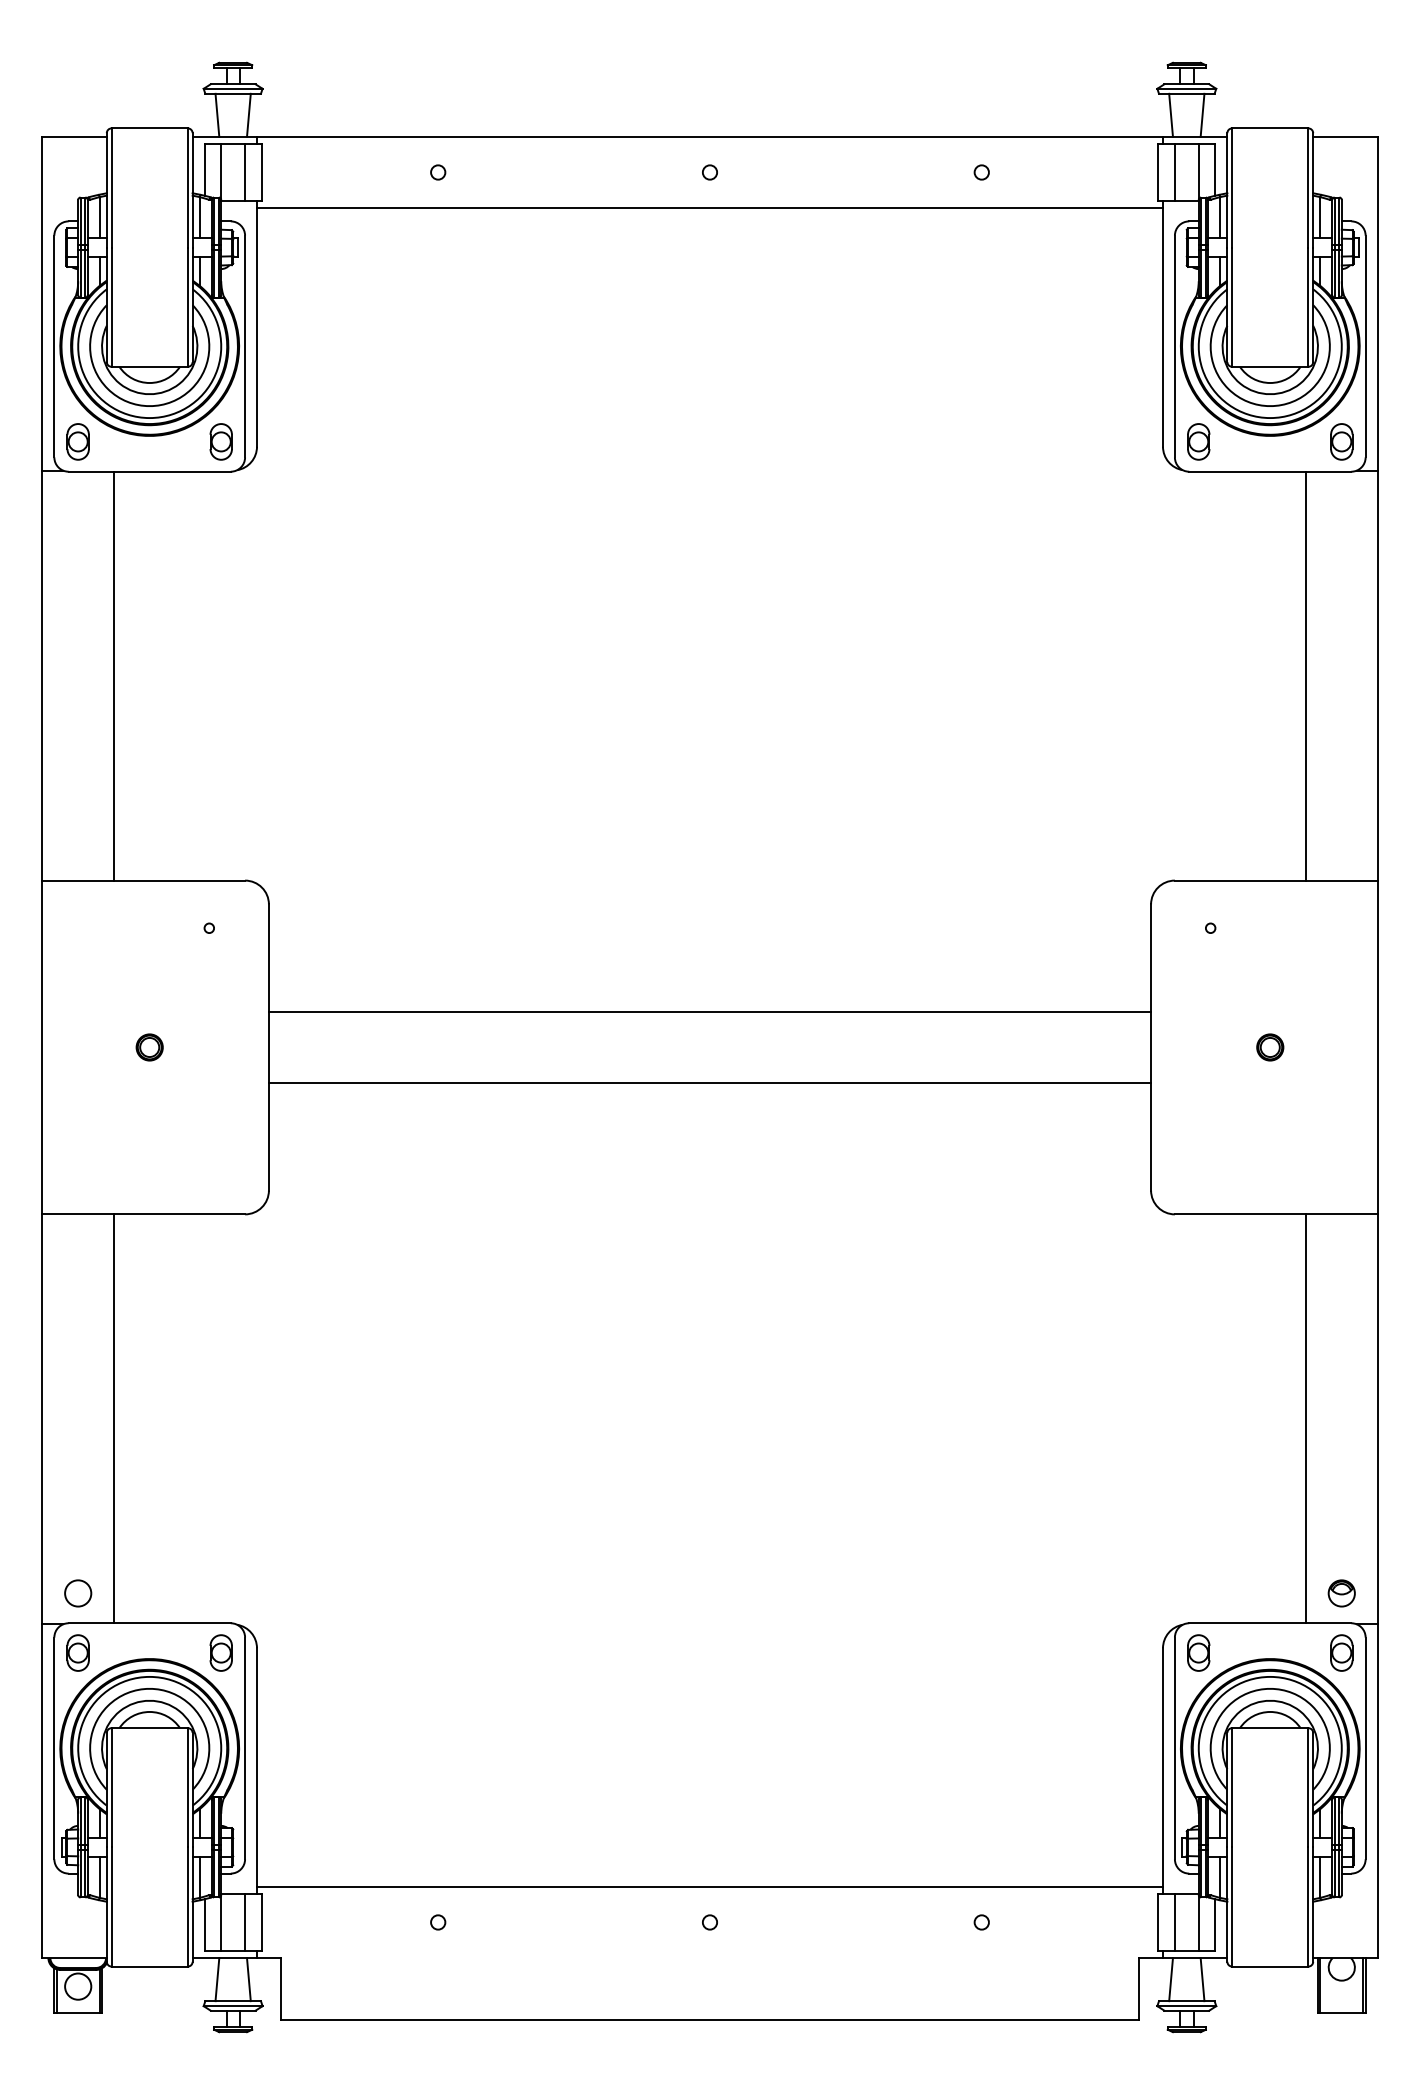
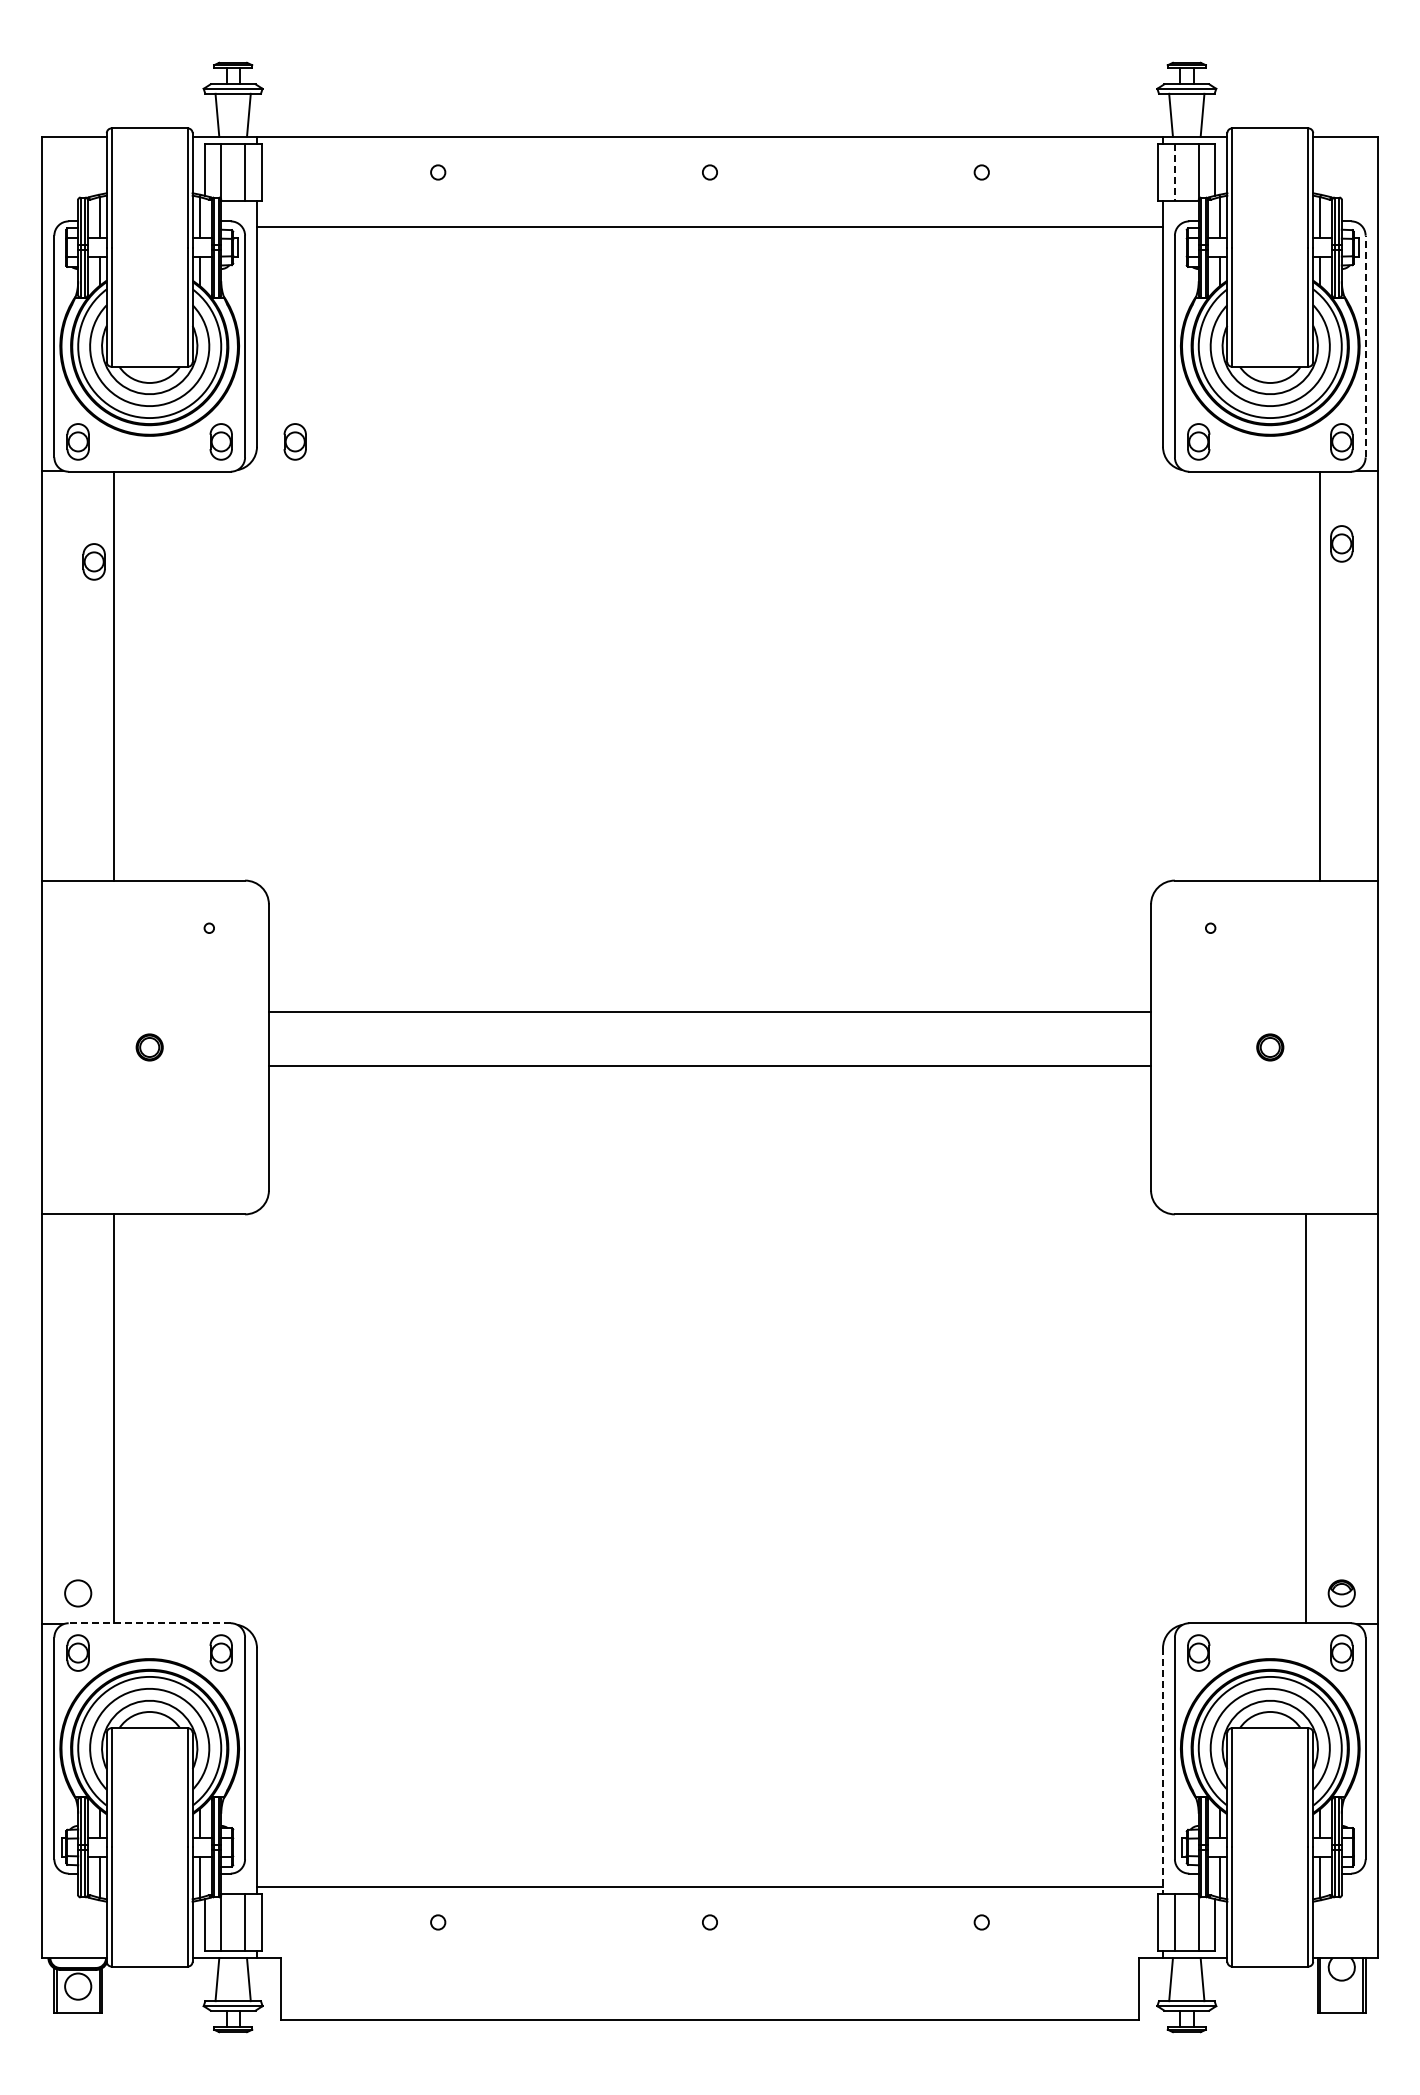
line at (1174, 172): solid -> dashed
line at (709, 208) position: (709, 208) -> (709, 227)
line at (1365, 346): solid -> dashed
part at (294, 441): none -> present
part at (1341, 543): none -> present
part at (93, 561): none -> present
line at (1306, 675) position: (1306, 675) -> (1320, 675)
line at (709, 1083) position: (709, 1083) -> (709, 1066)
line at (149, 1623): solid -> dashed
line at (1162, 1771): solid -> dashed
